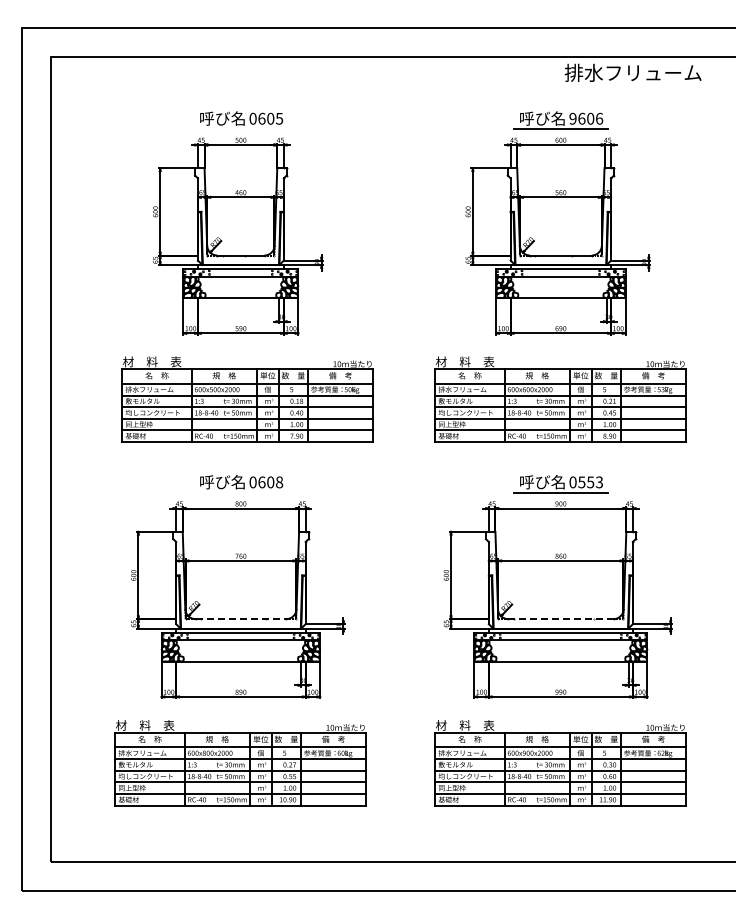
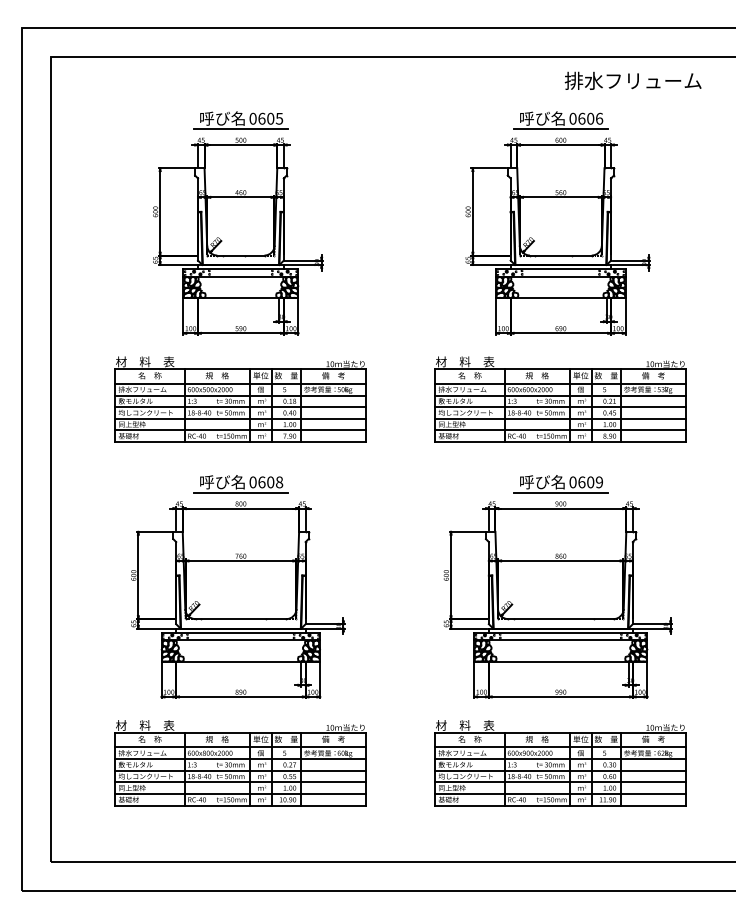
text at (632, 72) position: (632, 72) -> (632, 80)
text at (572, 118): 9606 -> 0606
line at (240, 129): none -> present
part at (247, 399) position: (247, 399) -> (240, 399)
text at (590, 482): 0553 -> 0609
line at (240, 492): none -> present
line at (241, 619): dashed -> solid
line at (560, 619): dashed -> solid
